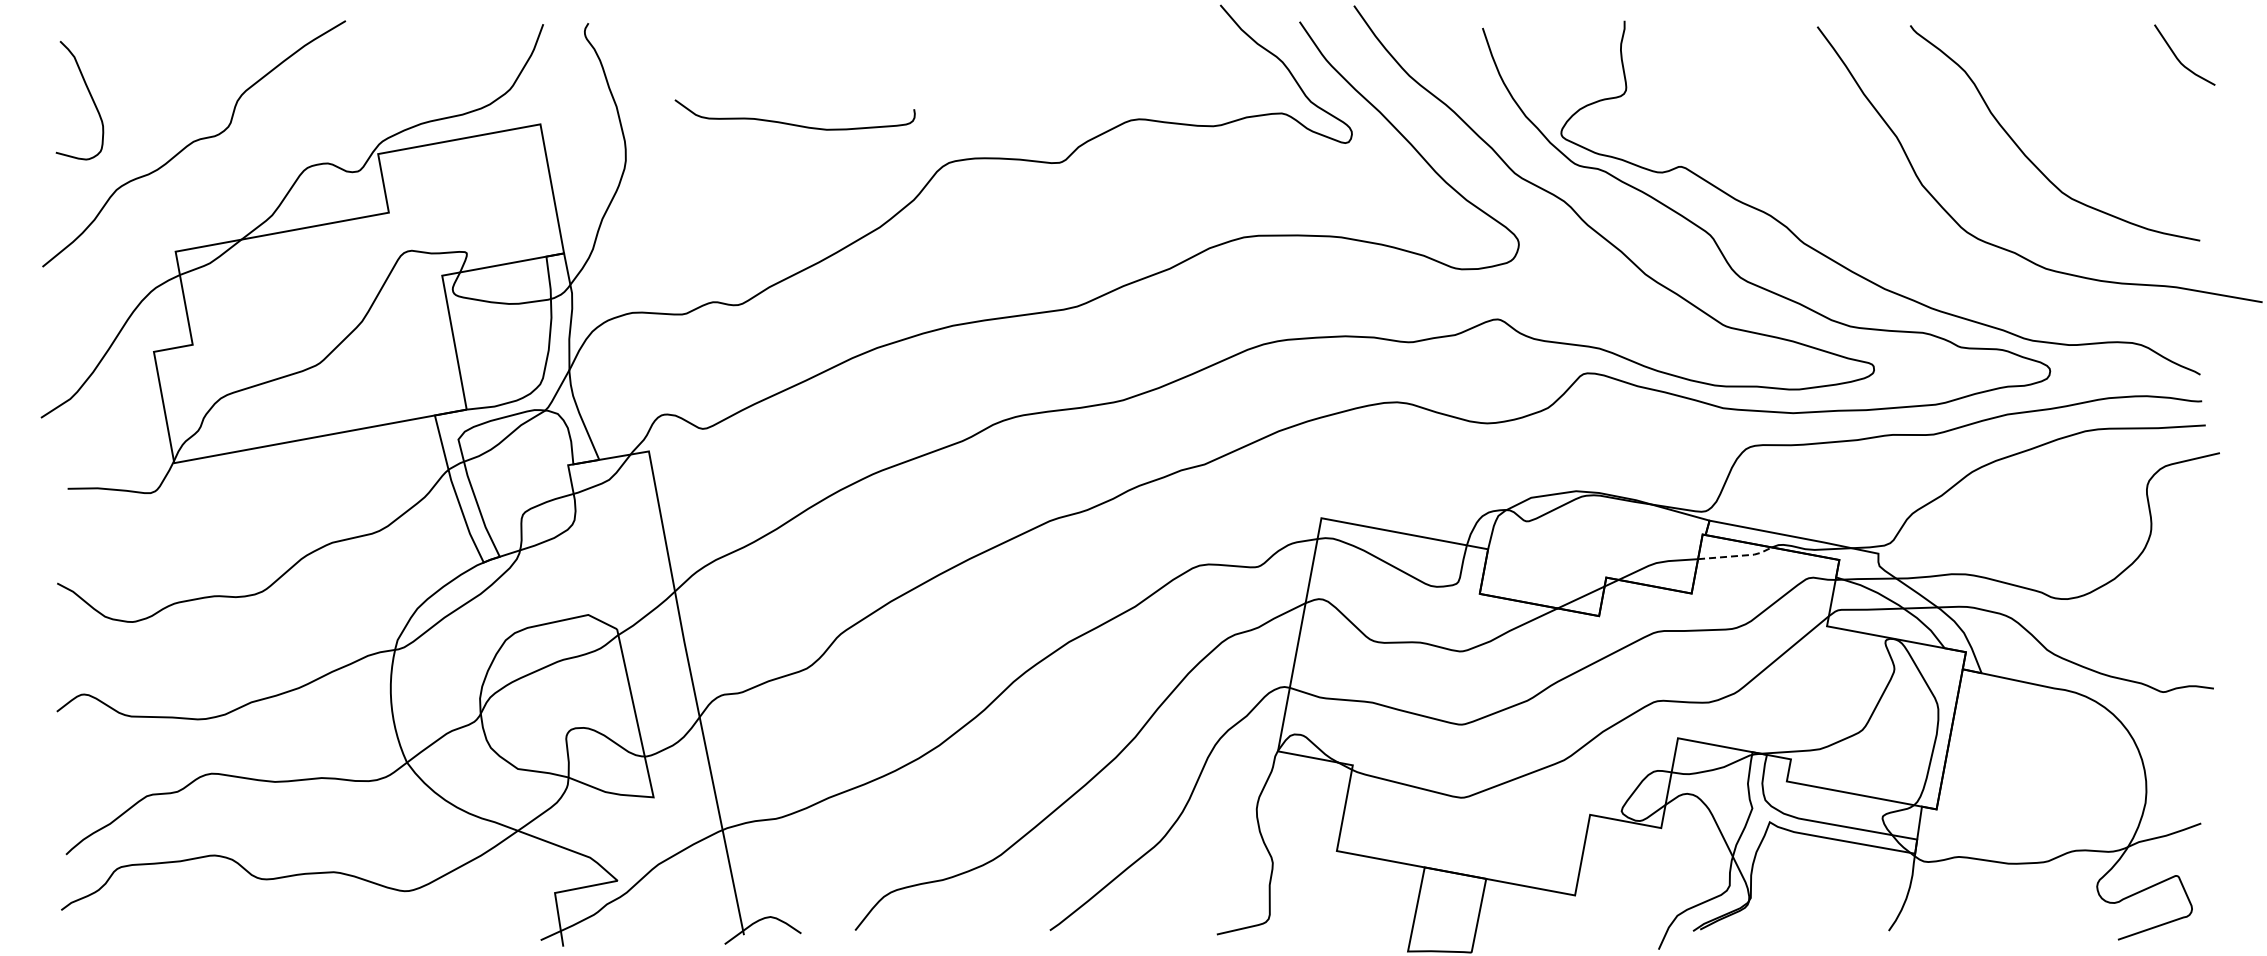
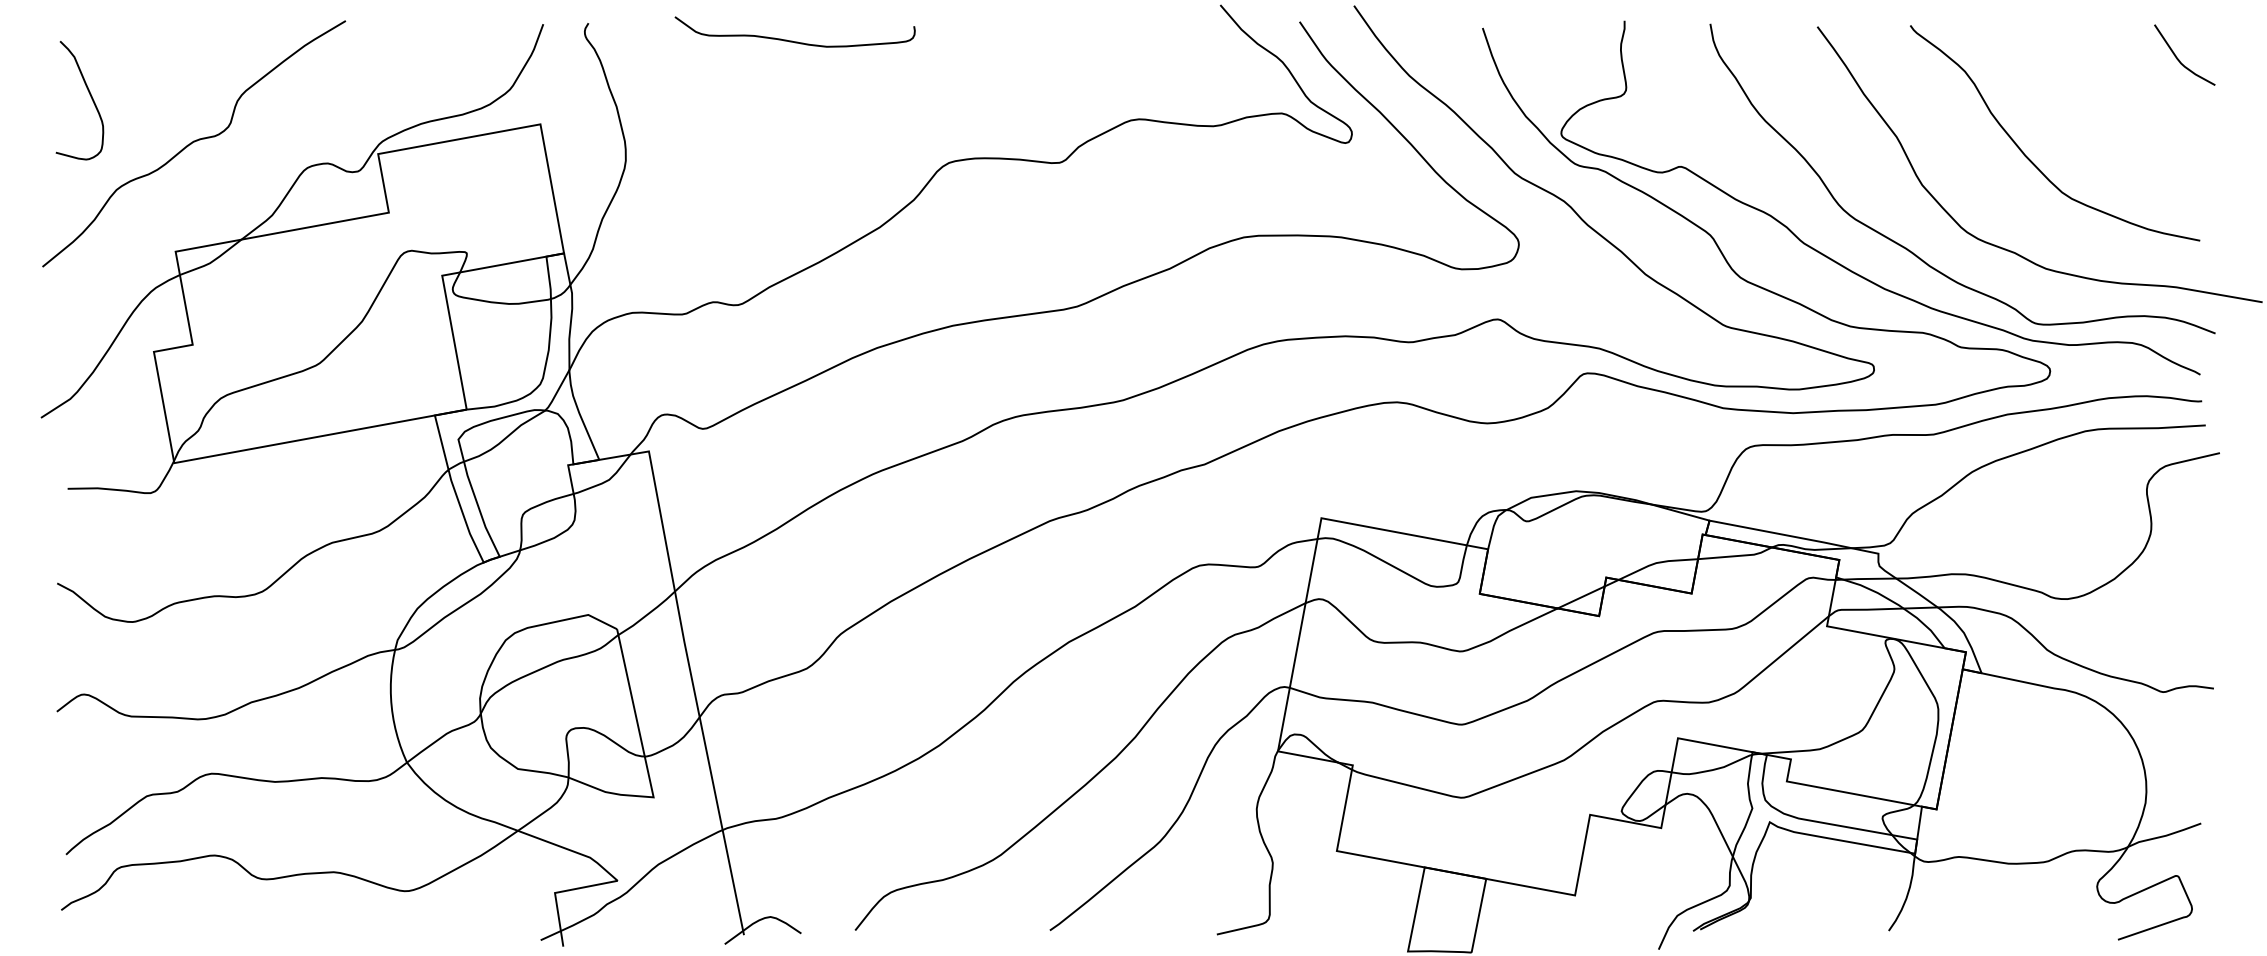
curve at (792, 123) position: (792, 123) -> (792, 40)
curve at (1912, 251): none -> present
line at (1737, 556): dashed -> solid
